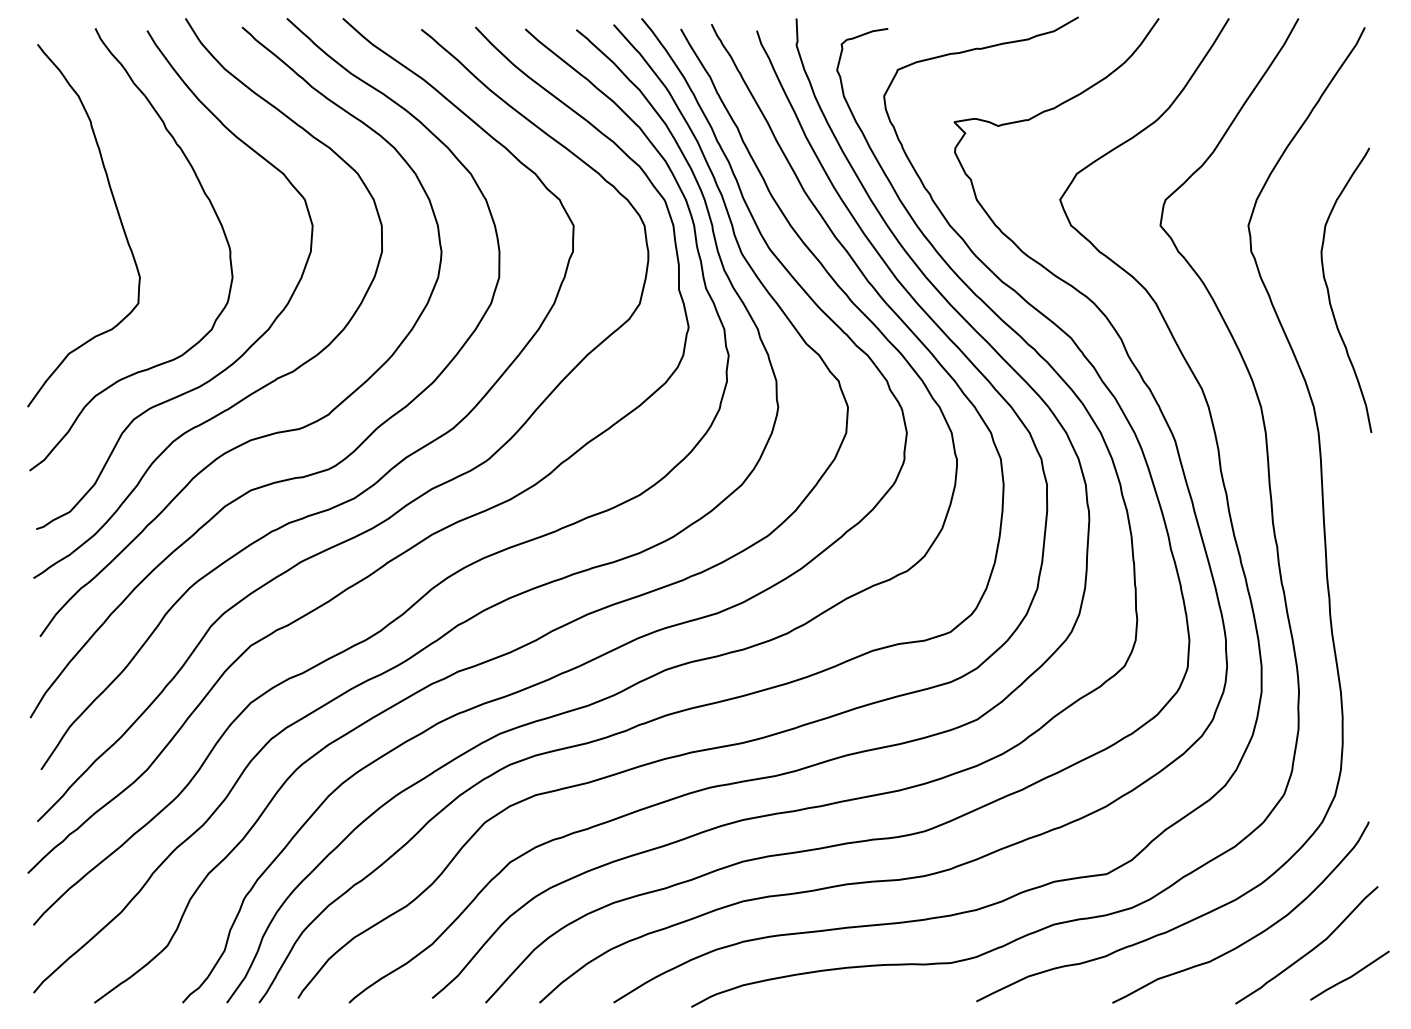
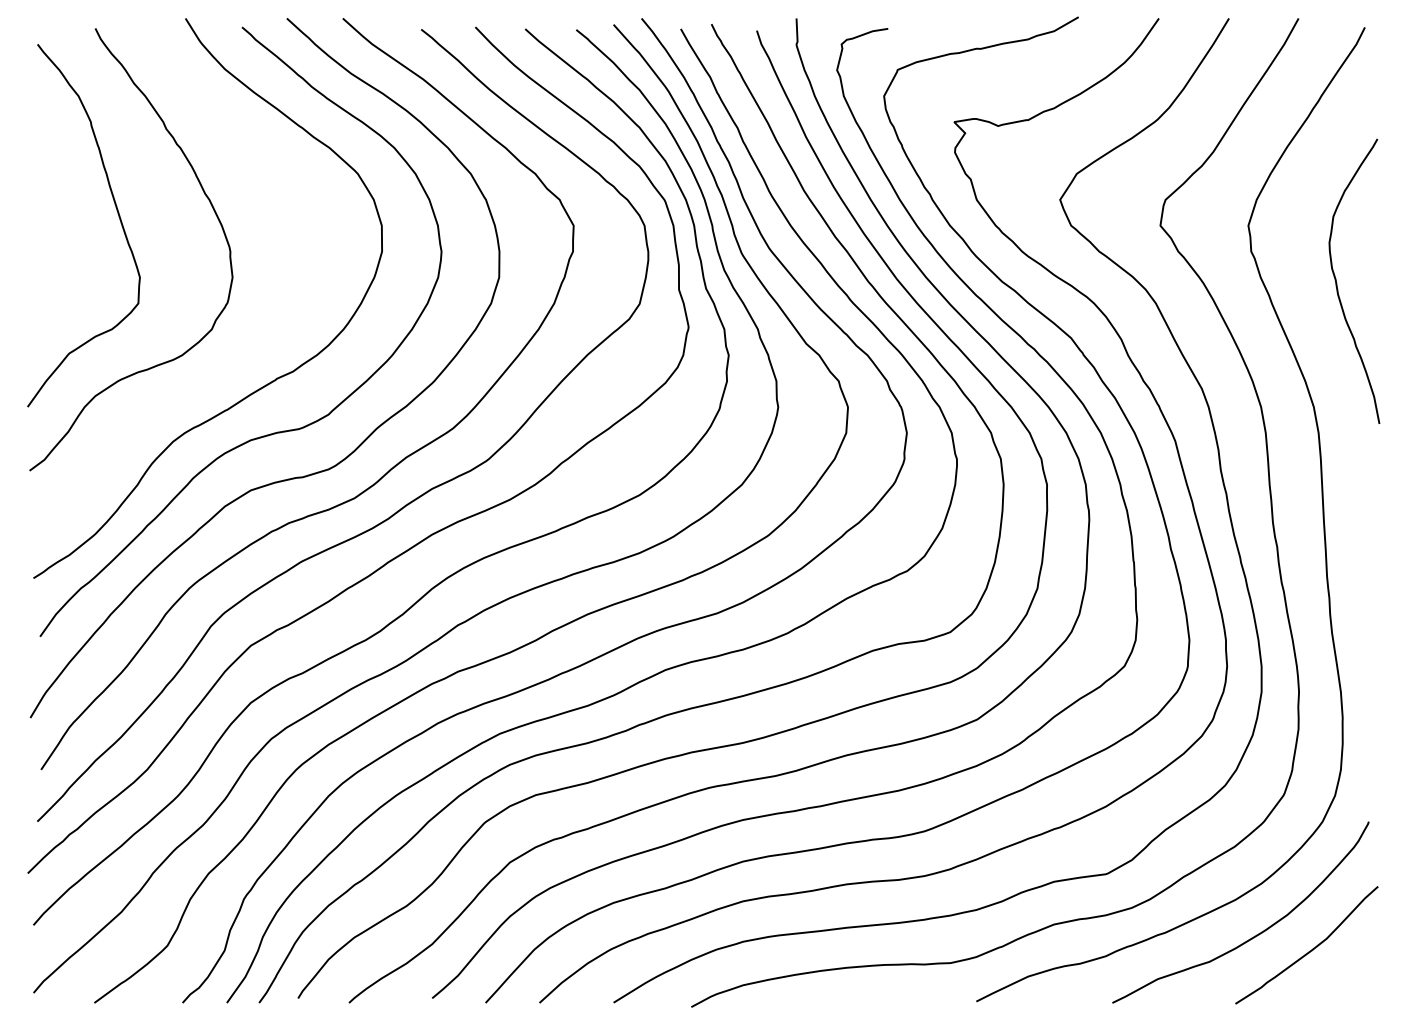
curve at (1329, 292) position: (1329, 292) -> (1337, 283)
curve at (245, 350): present -> none
line at (1349, 976): present -> none
